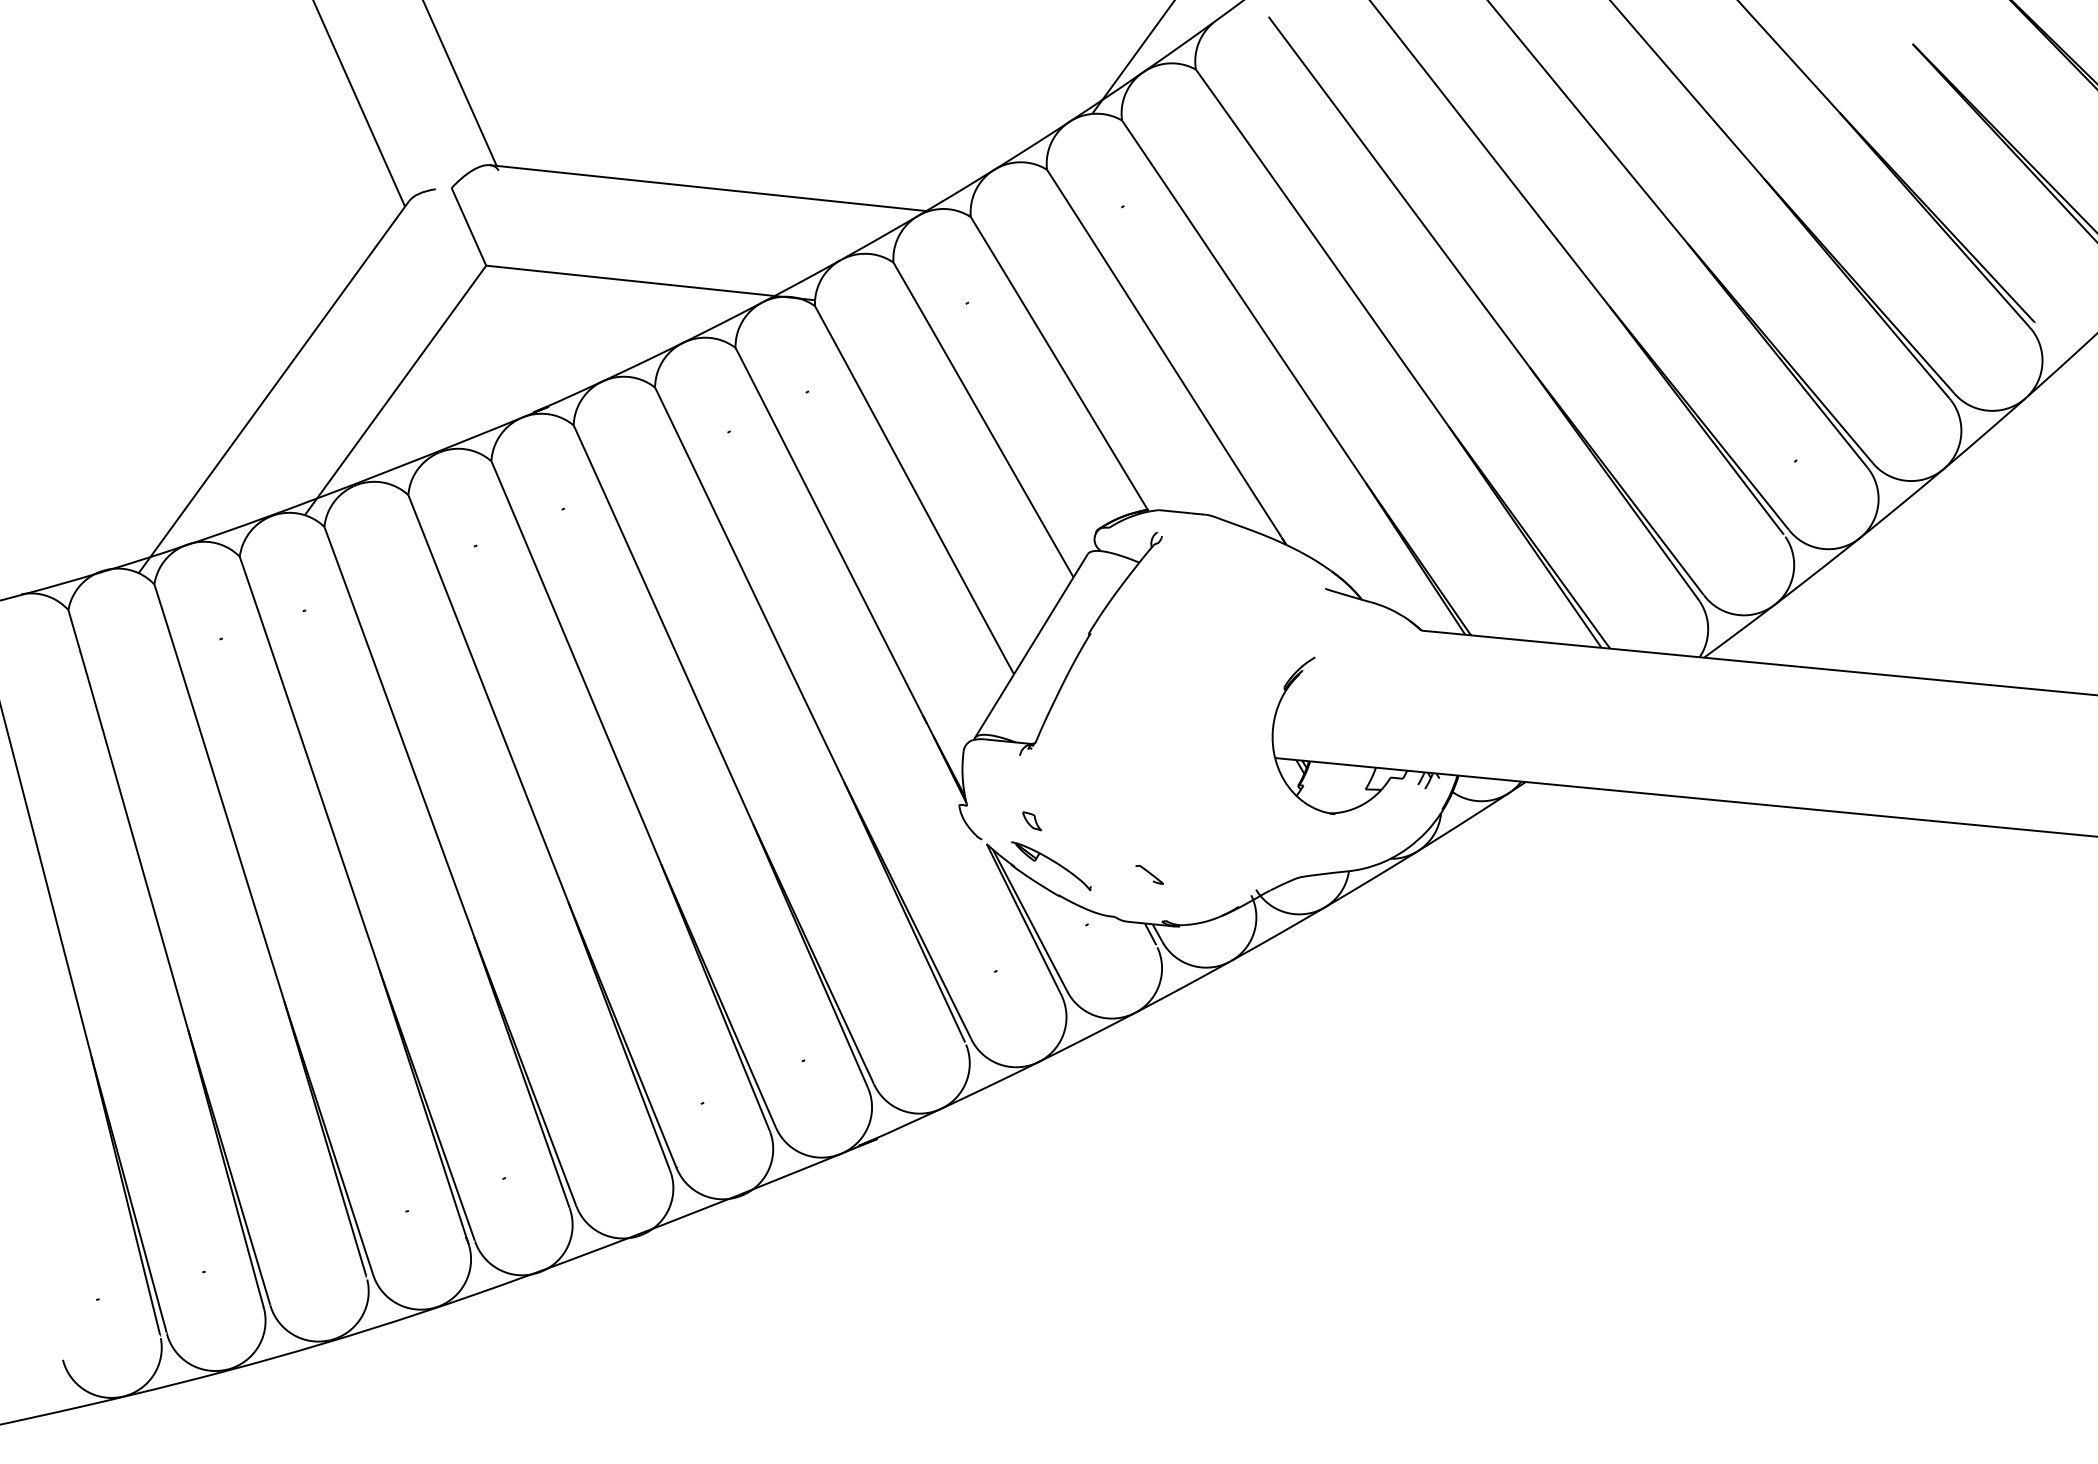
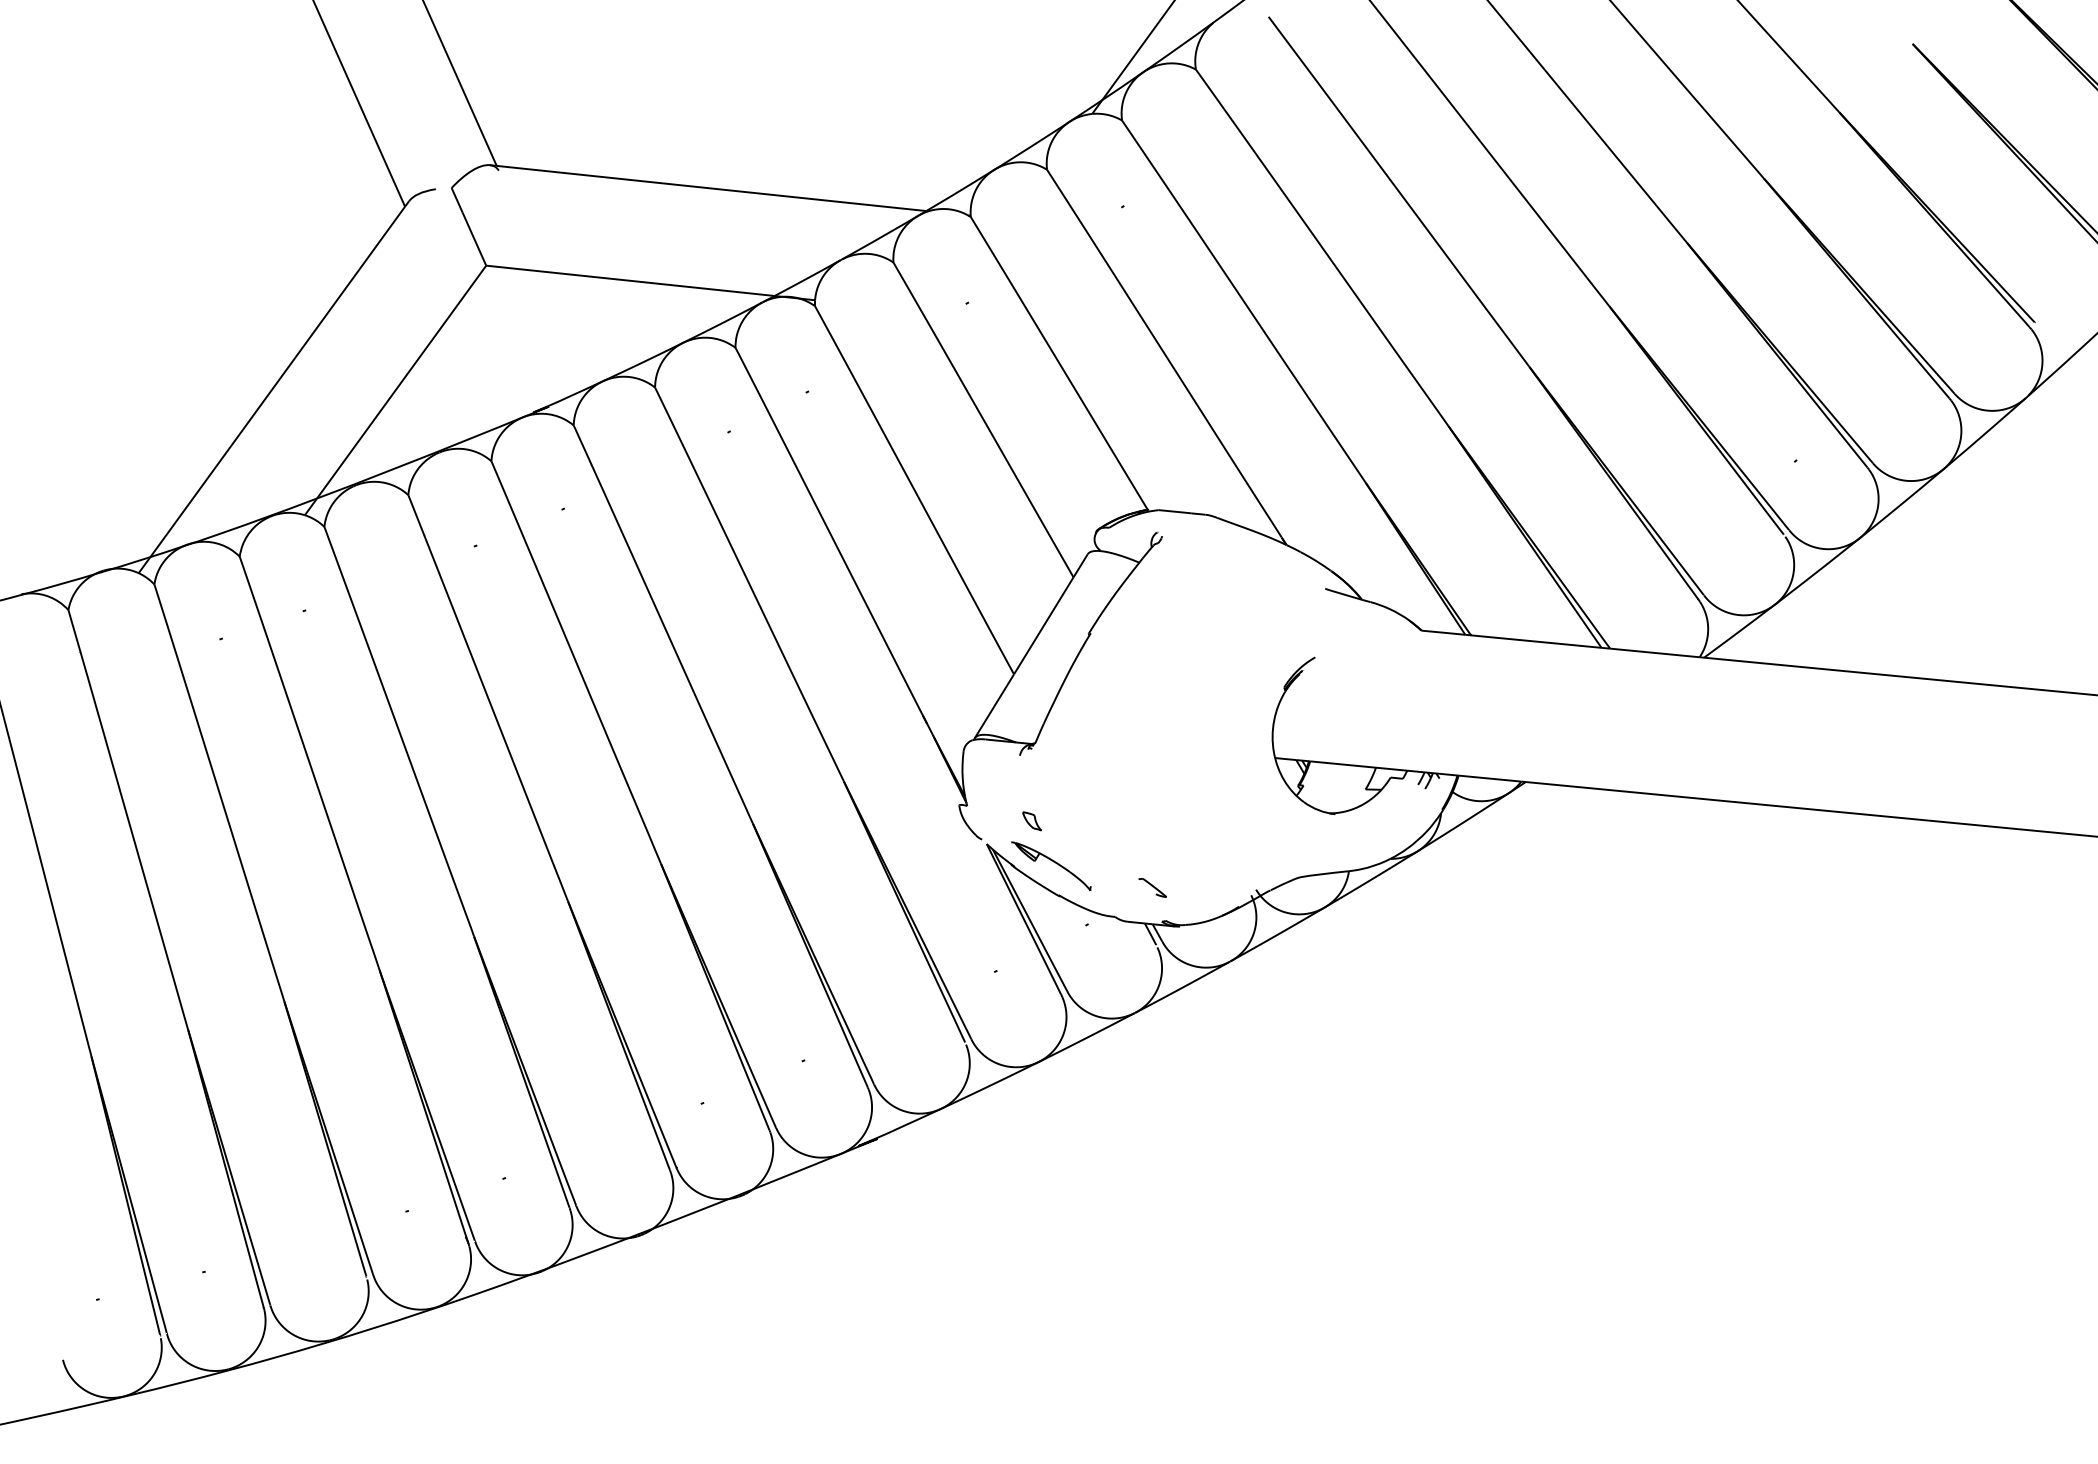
part at (1149, 874) position: (1149, 874) -> (1152, 887)
